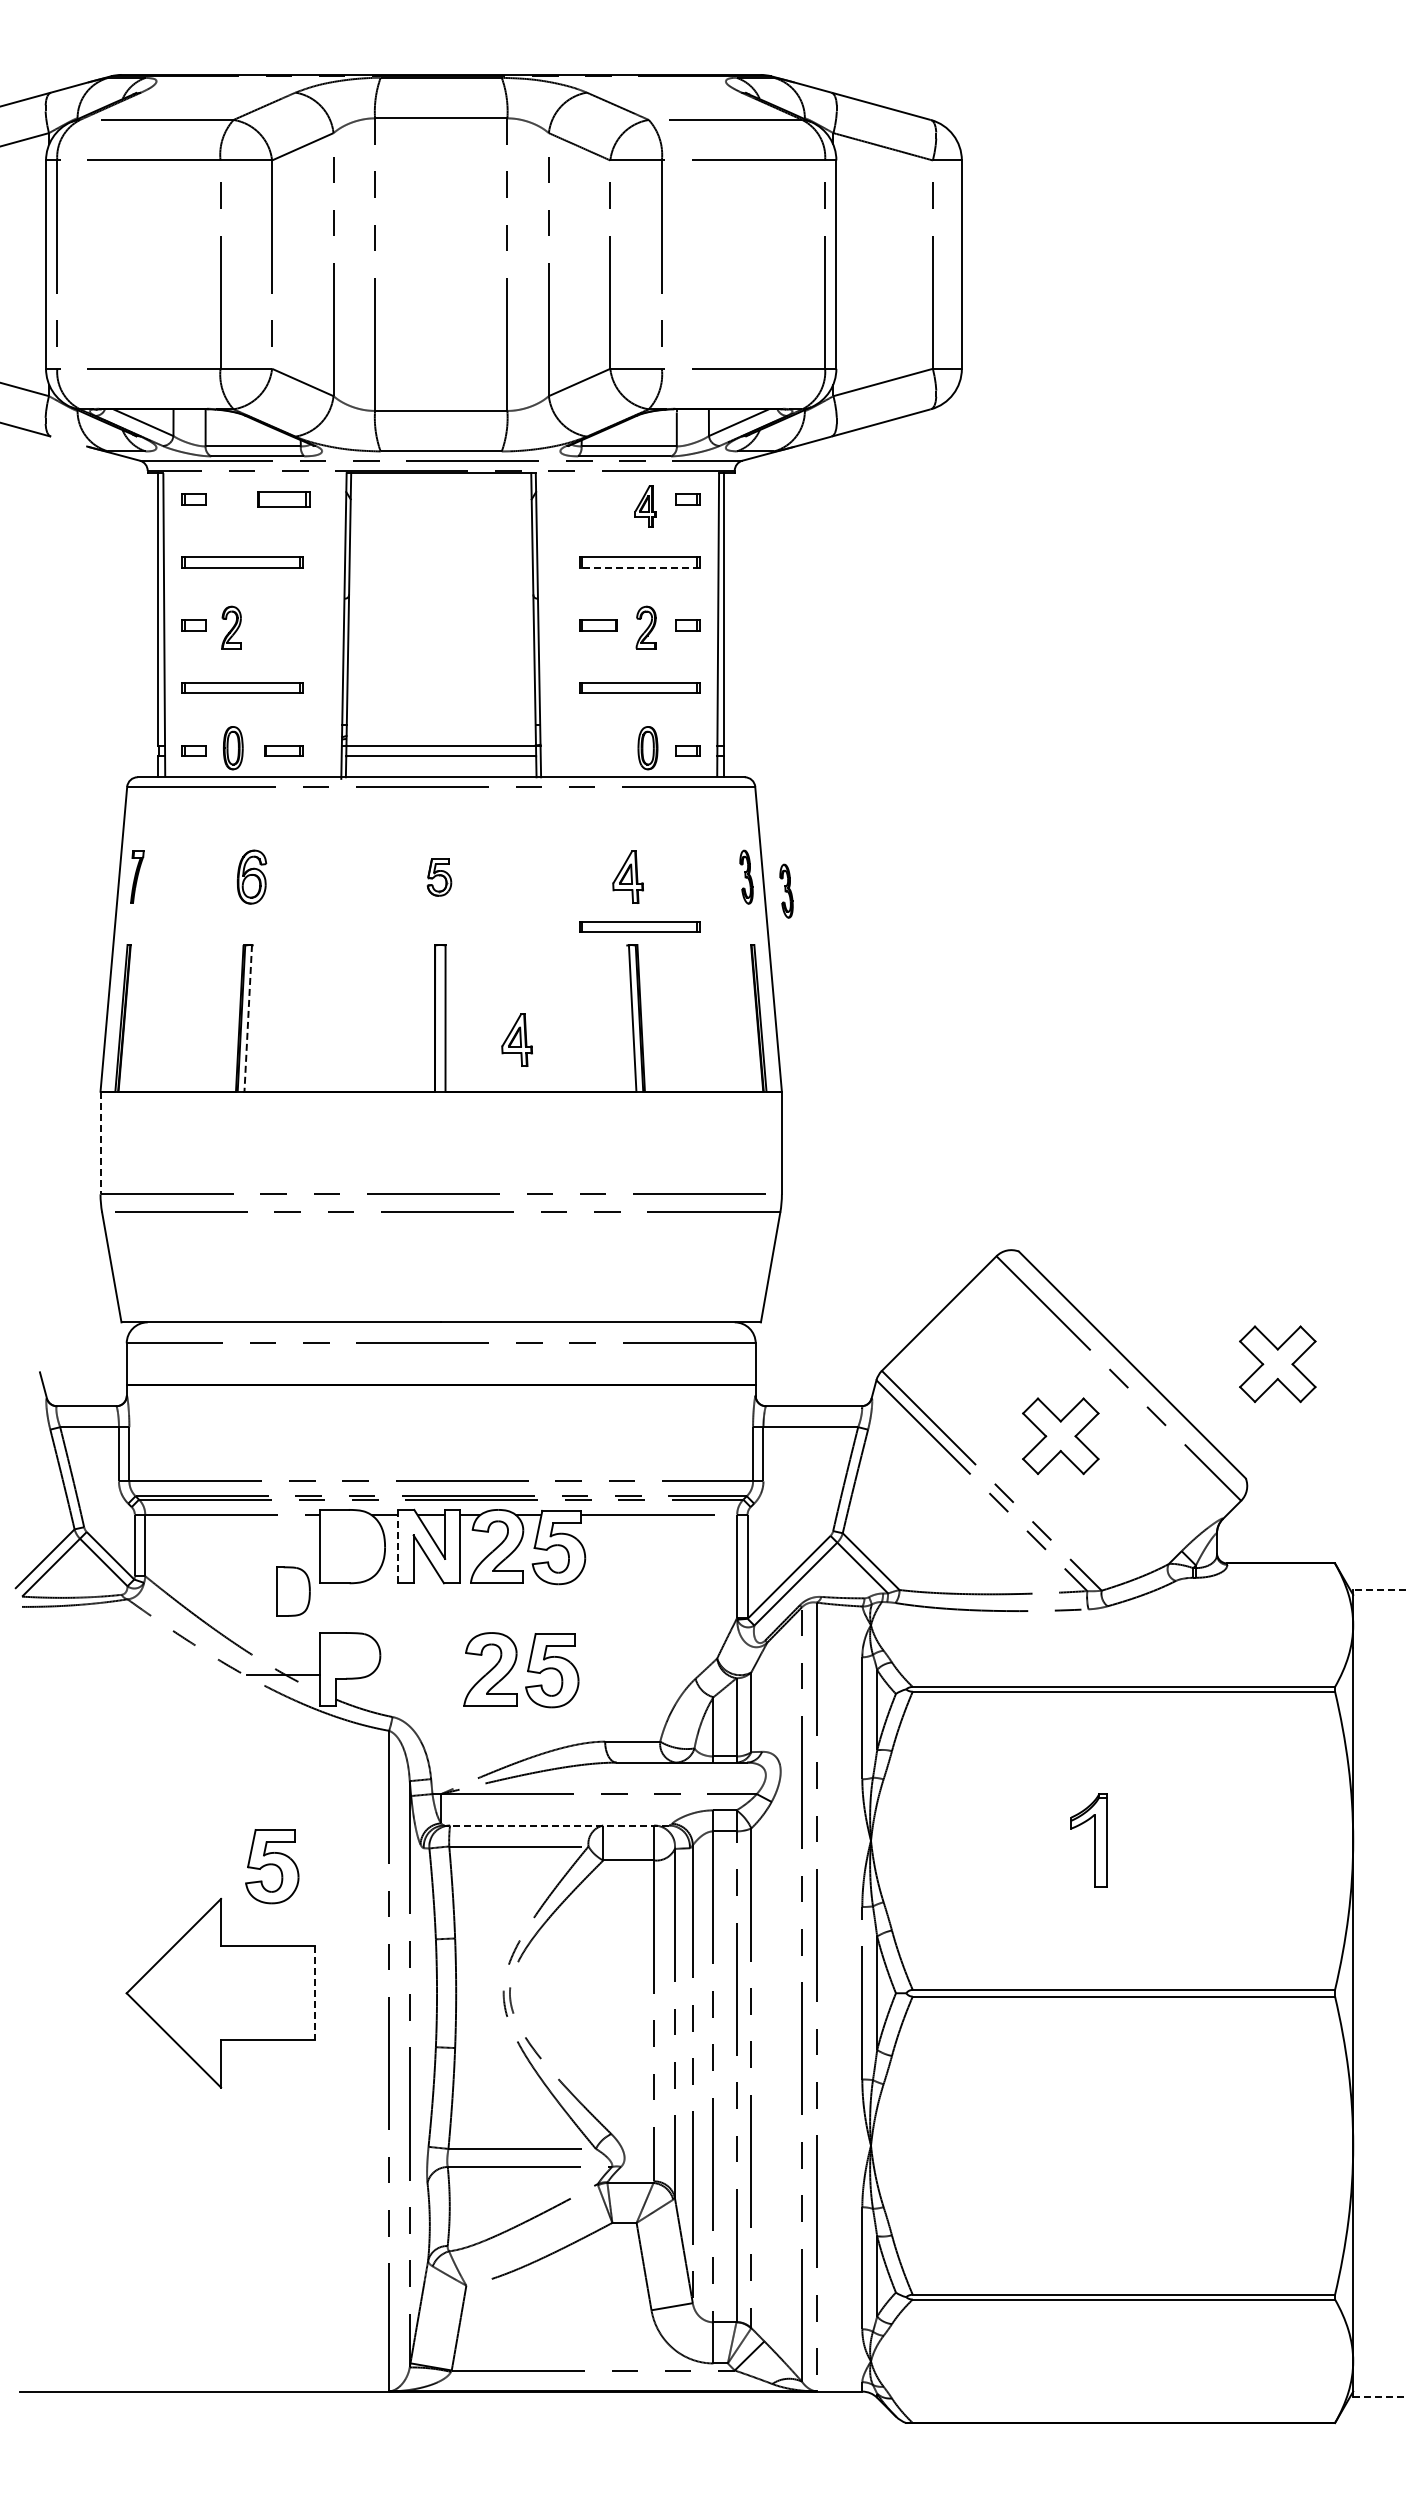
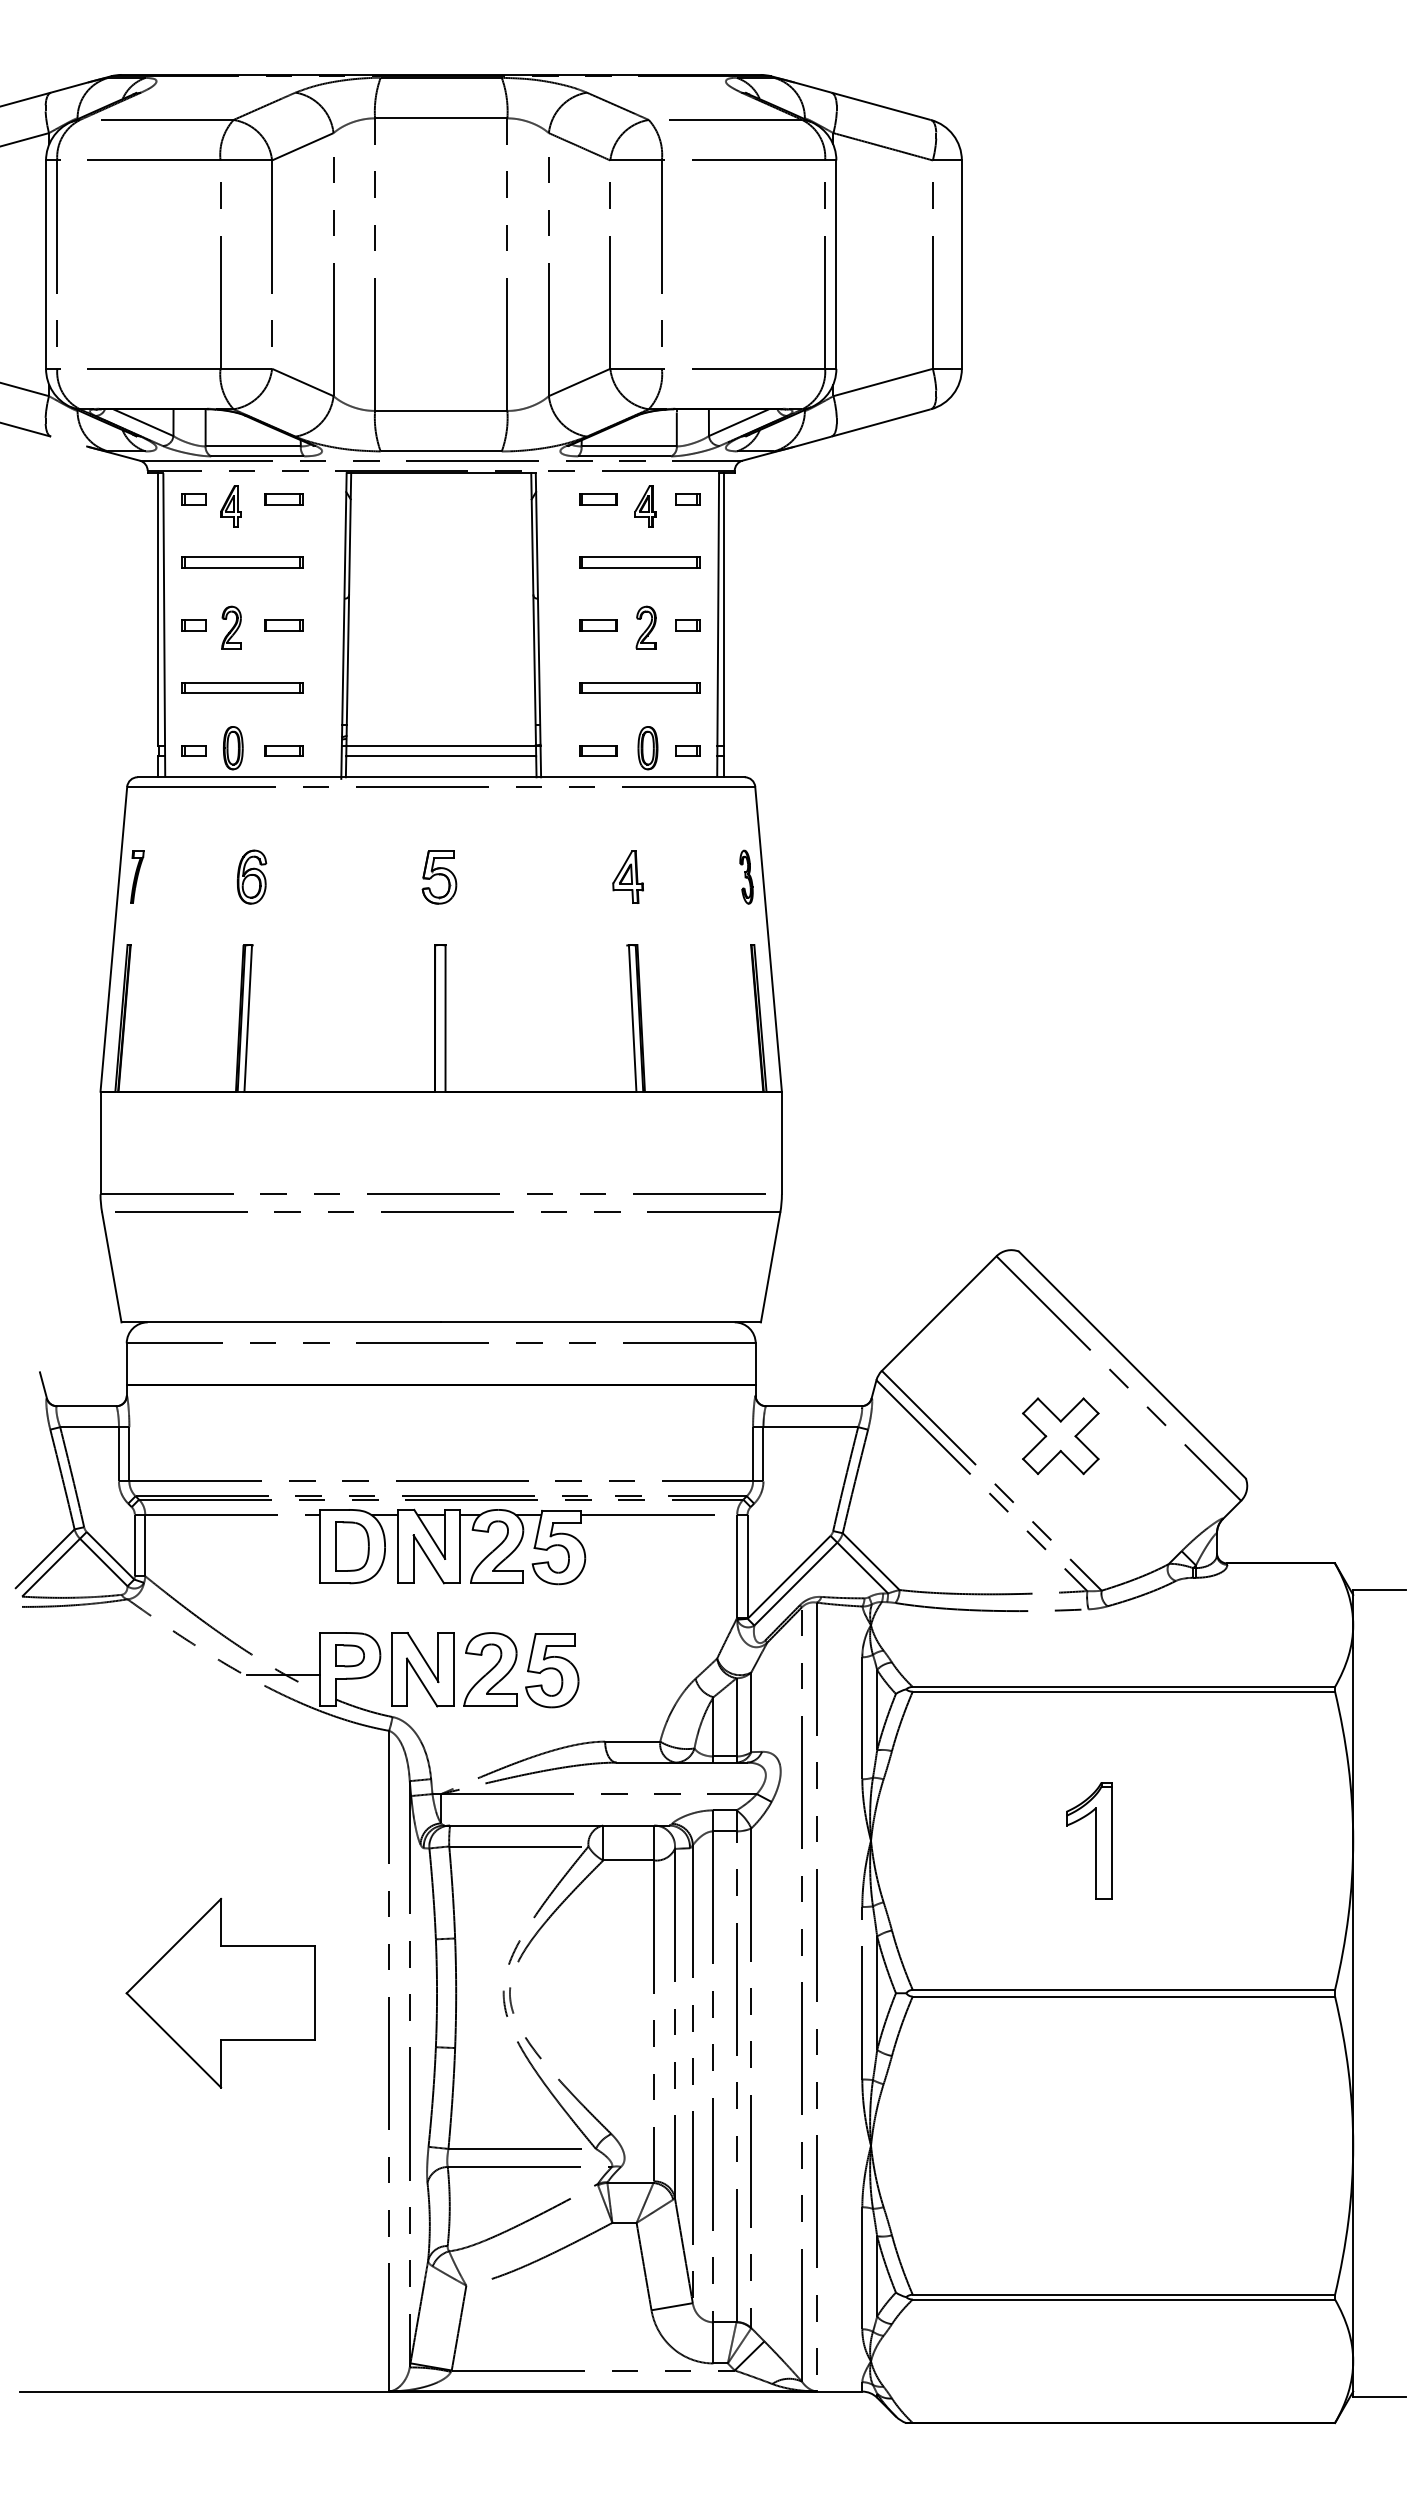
part at (283, 499) size: 54x17 px -> 40x13 px
part at (598, 499): none -> present
part at (230, 506): none -> present
line at (639, 567): dashed -> solid
part at (283, 625): none -> present
part at (598, 750): none -> present
part at (439, 877) size: 27x39 px -> 37x55 px
part at (786, 890): present -> none
part at (639, 926): present -> none
line at (248, 1019): dashed -> solid
part at (516, 1039): present -> none
line at (100, 1143): dashed -> solid
part at (1277, 1364): present -> none
line at (398, 1546): dashed -> solid
line at (1378, 1589): dashed -> solid
part at (293, 1591) position: (293, 1591) -> (352, 1546)
part at (349, 1655): none -> present
part at (422, 1669): none -> present
line at (556, 1825): dashed -> solid
part at (1088, 1840) size: 38x95 px -> 47x118 px
part at (272, 1866): present -> none
line at (315, 1993): dashed -> solid
line at (1379, 2396): dashed -> solid
